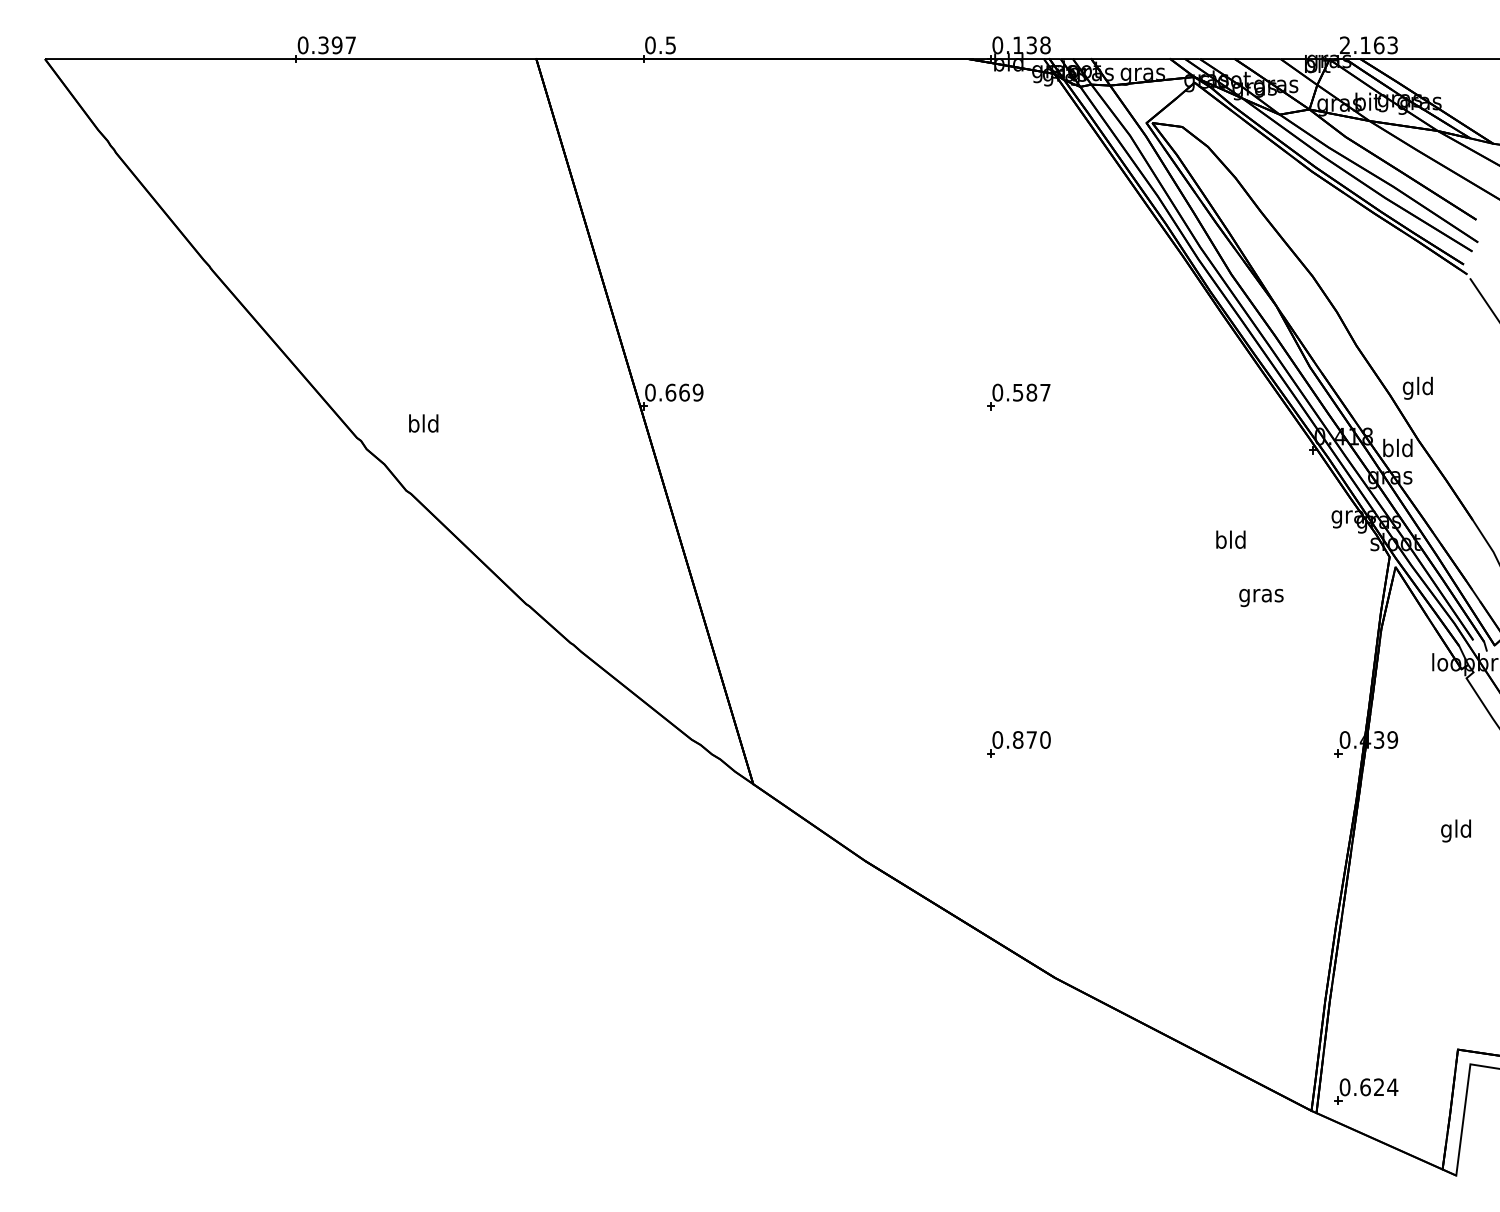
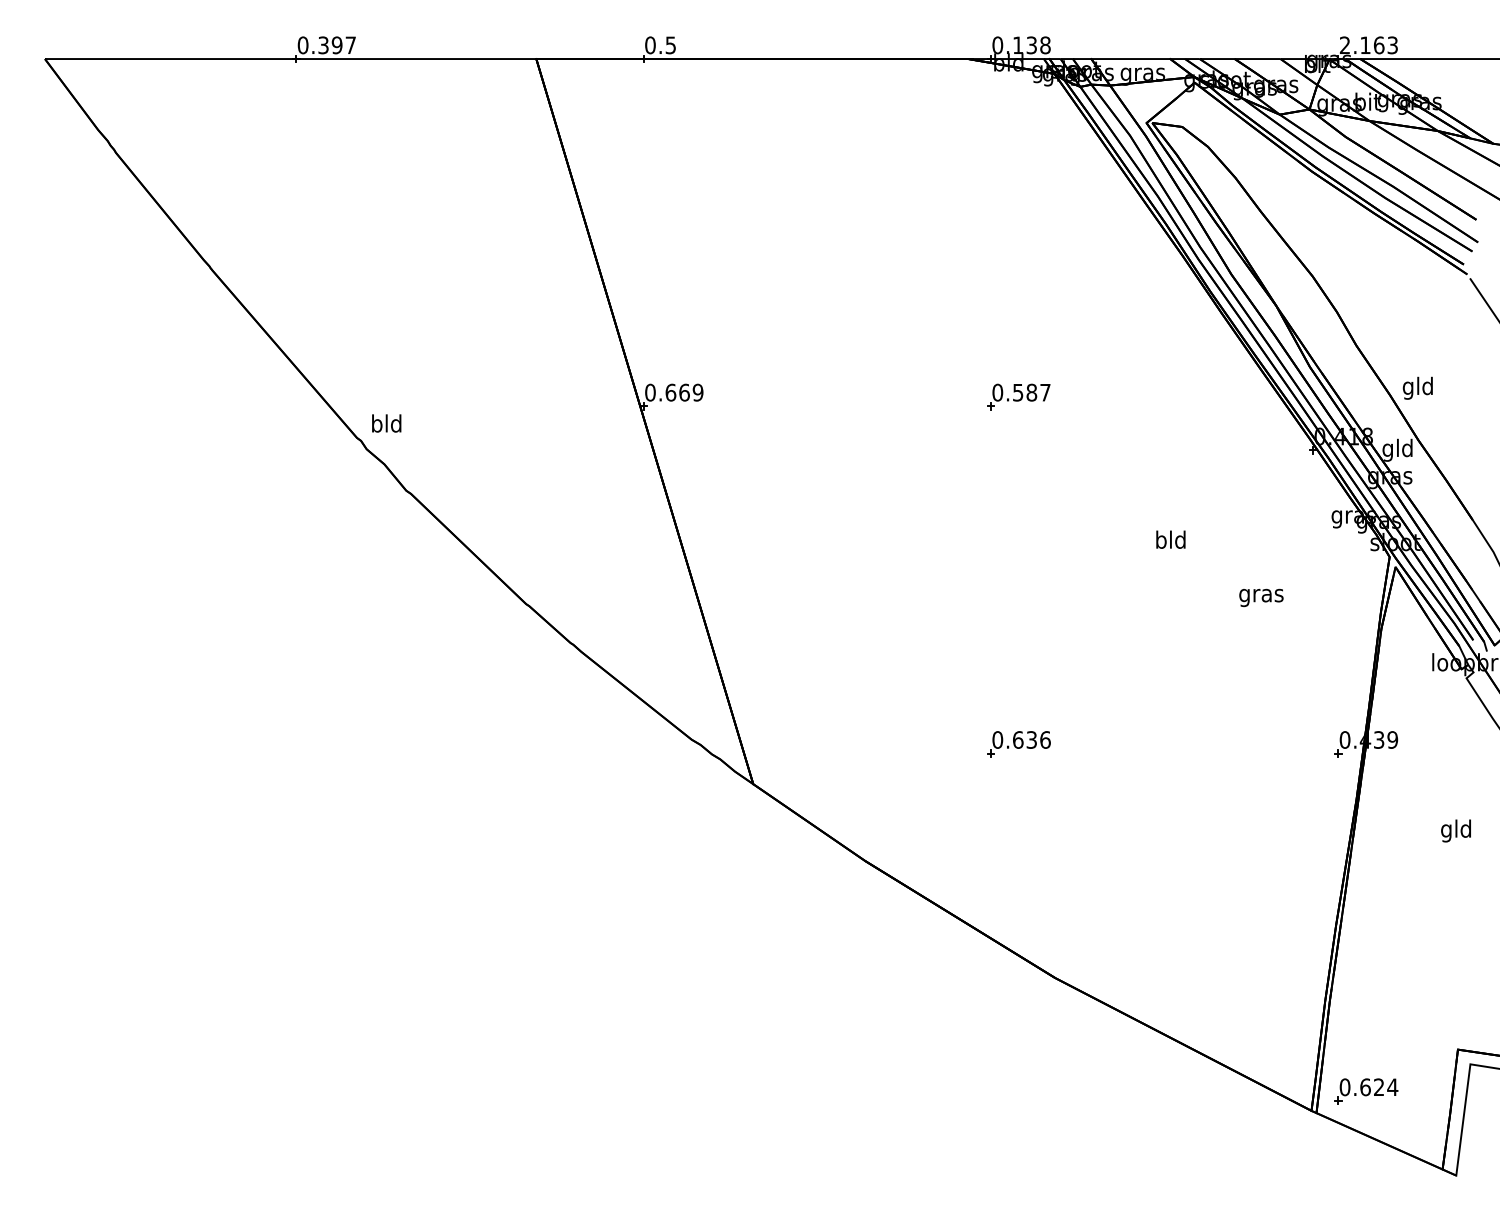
text at (423, 423) position: (423, 423) -> (386, 423)
text at (1387, 449): bld -> gld
text at (1230, 539) position: (1230, 539) -> (1170, 539)
text at (1031, 739): 0.870 -> 0.636
